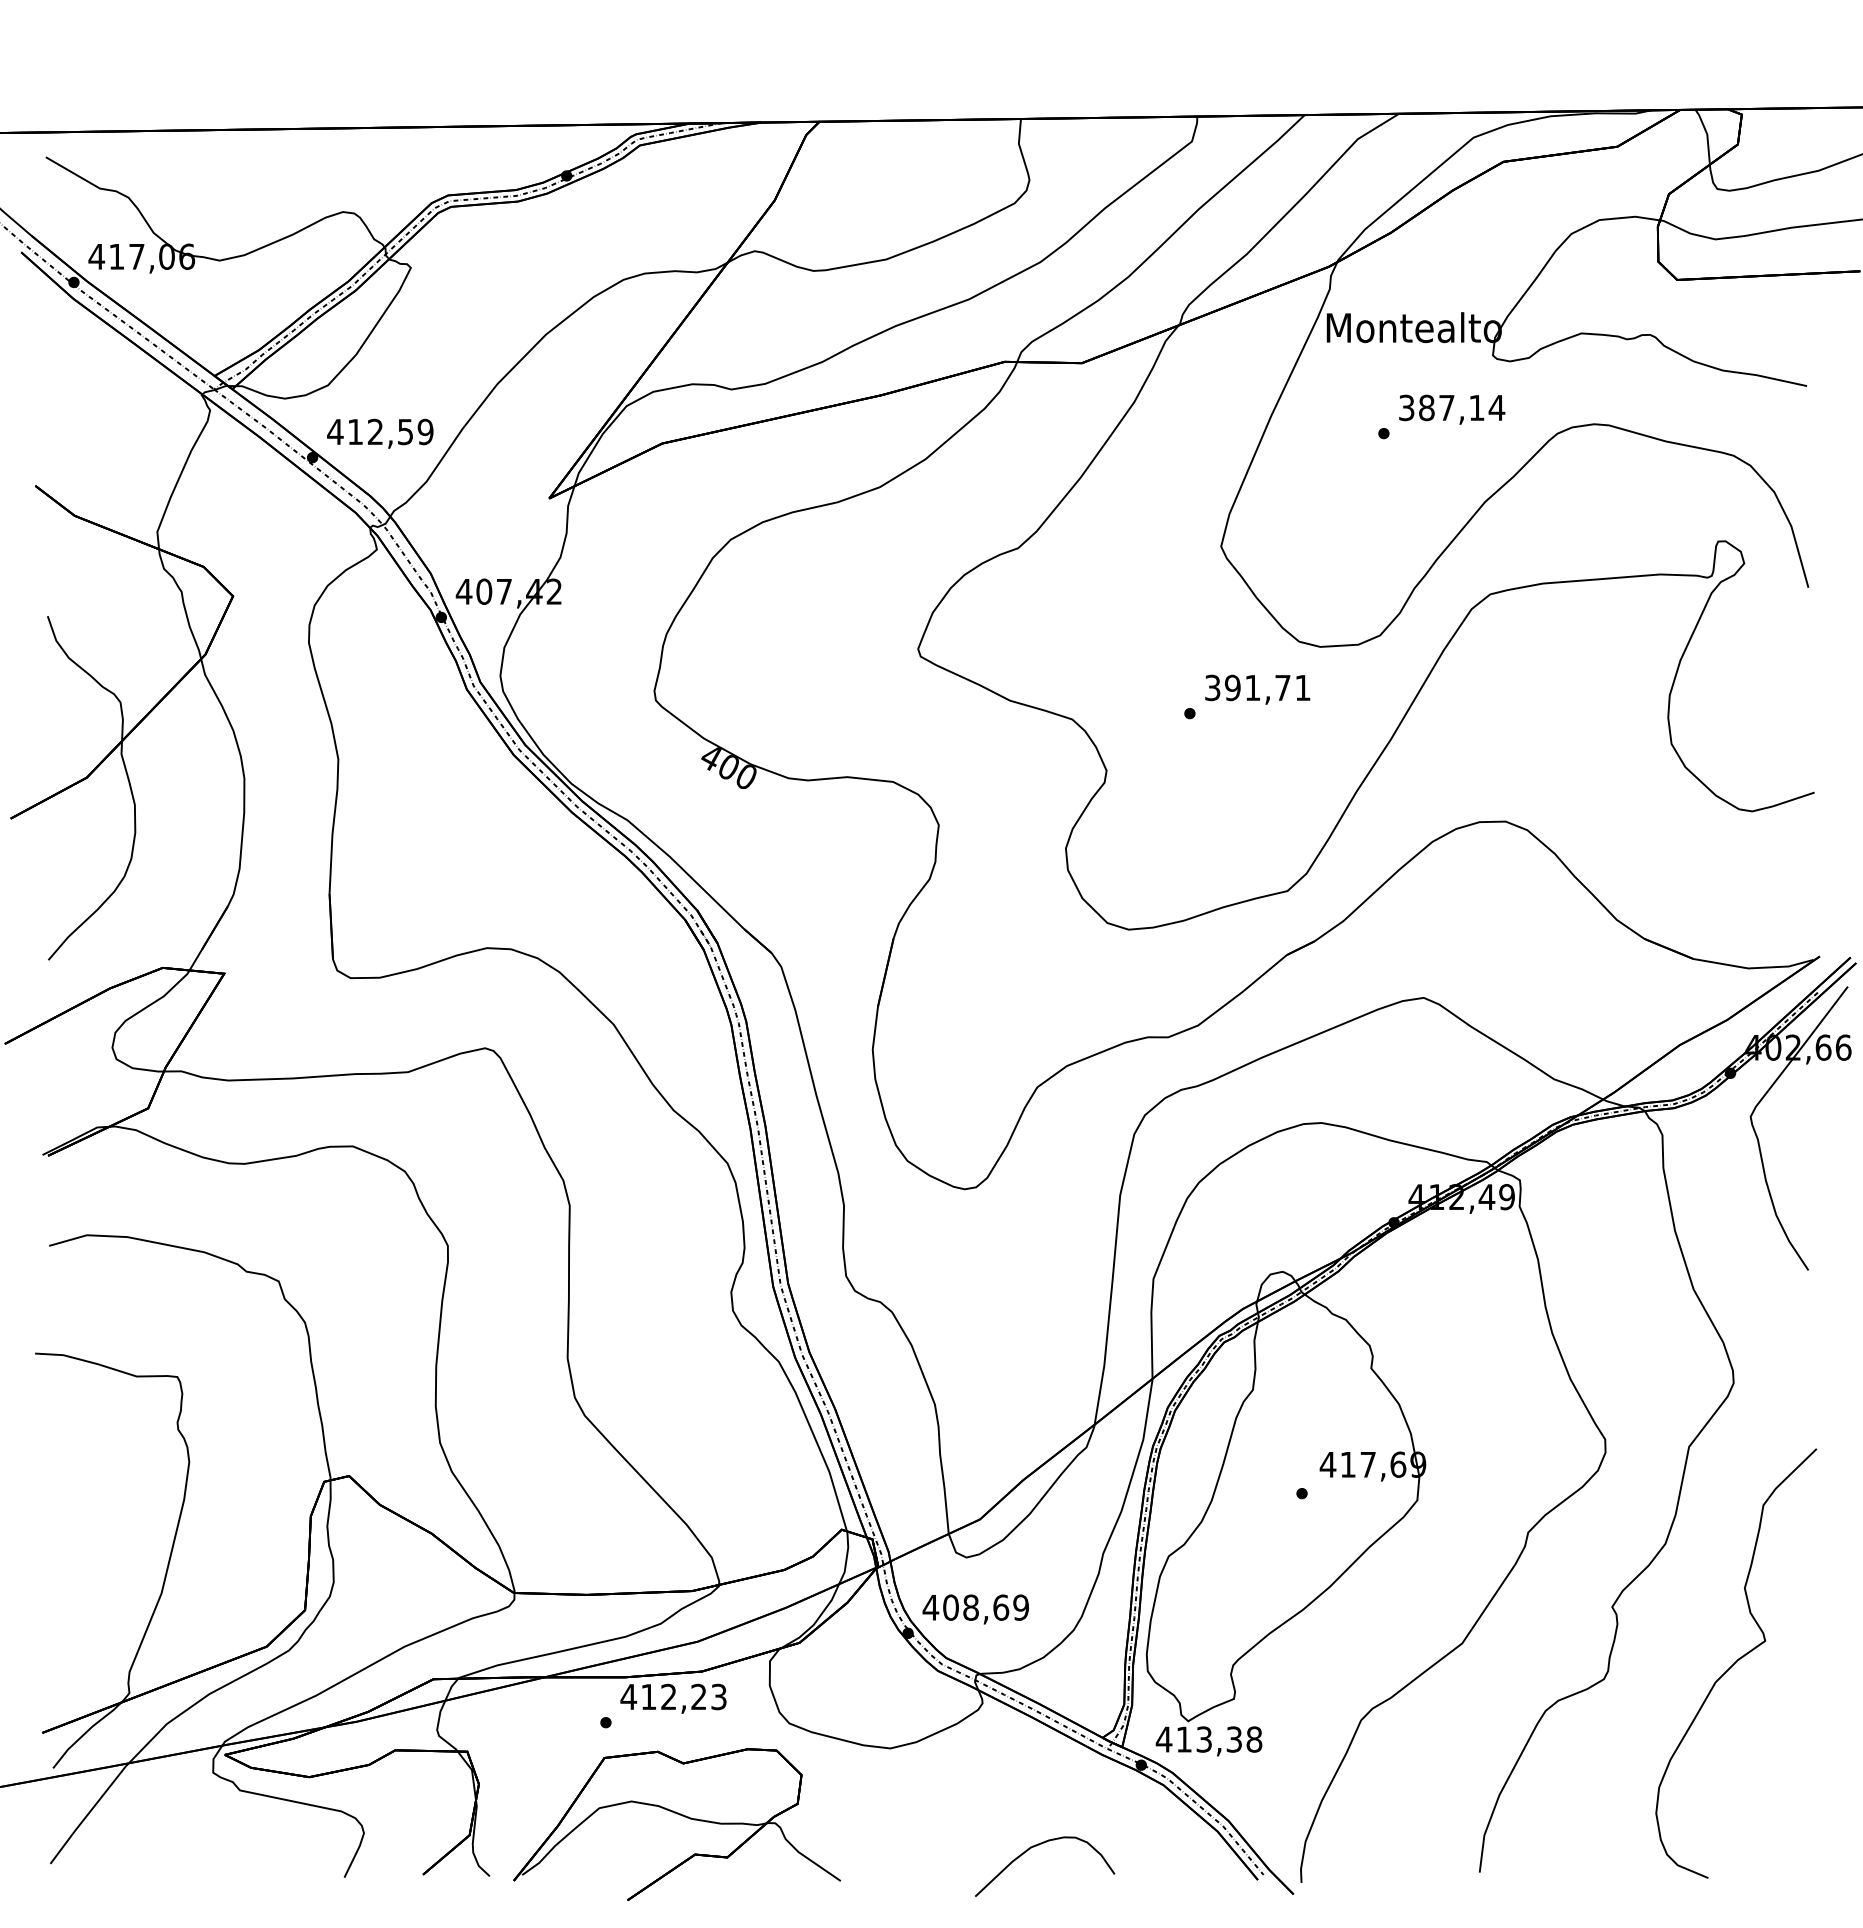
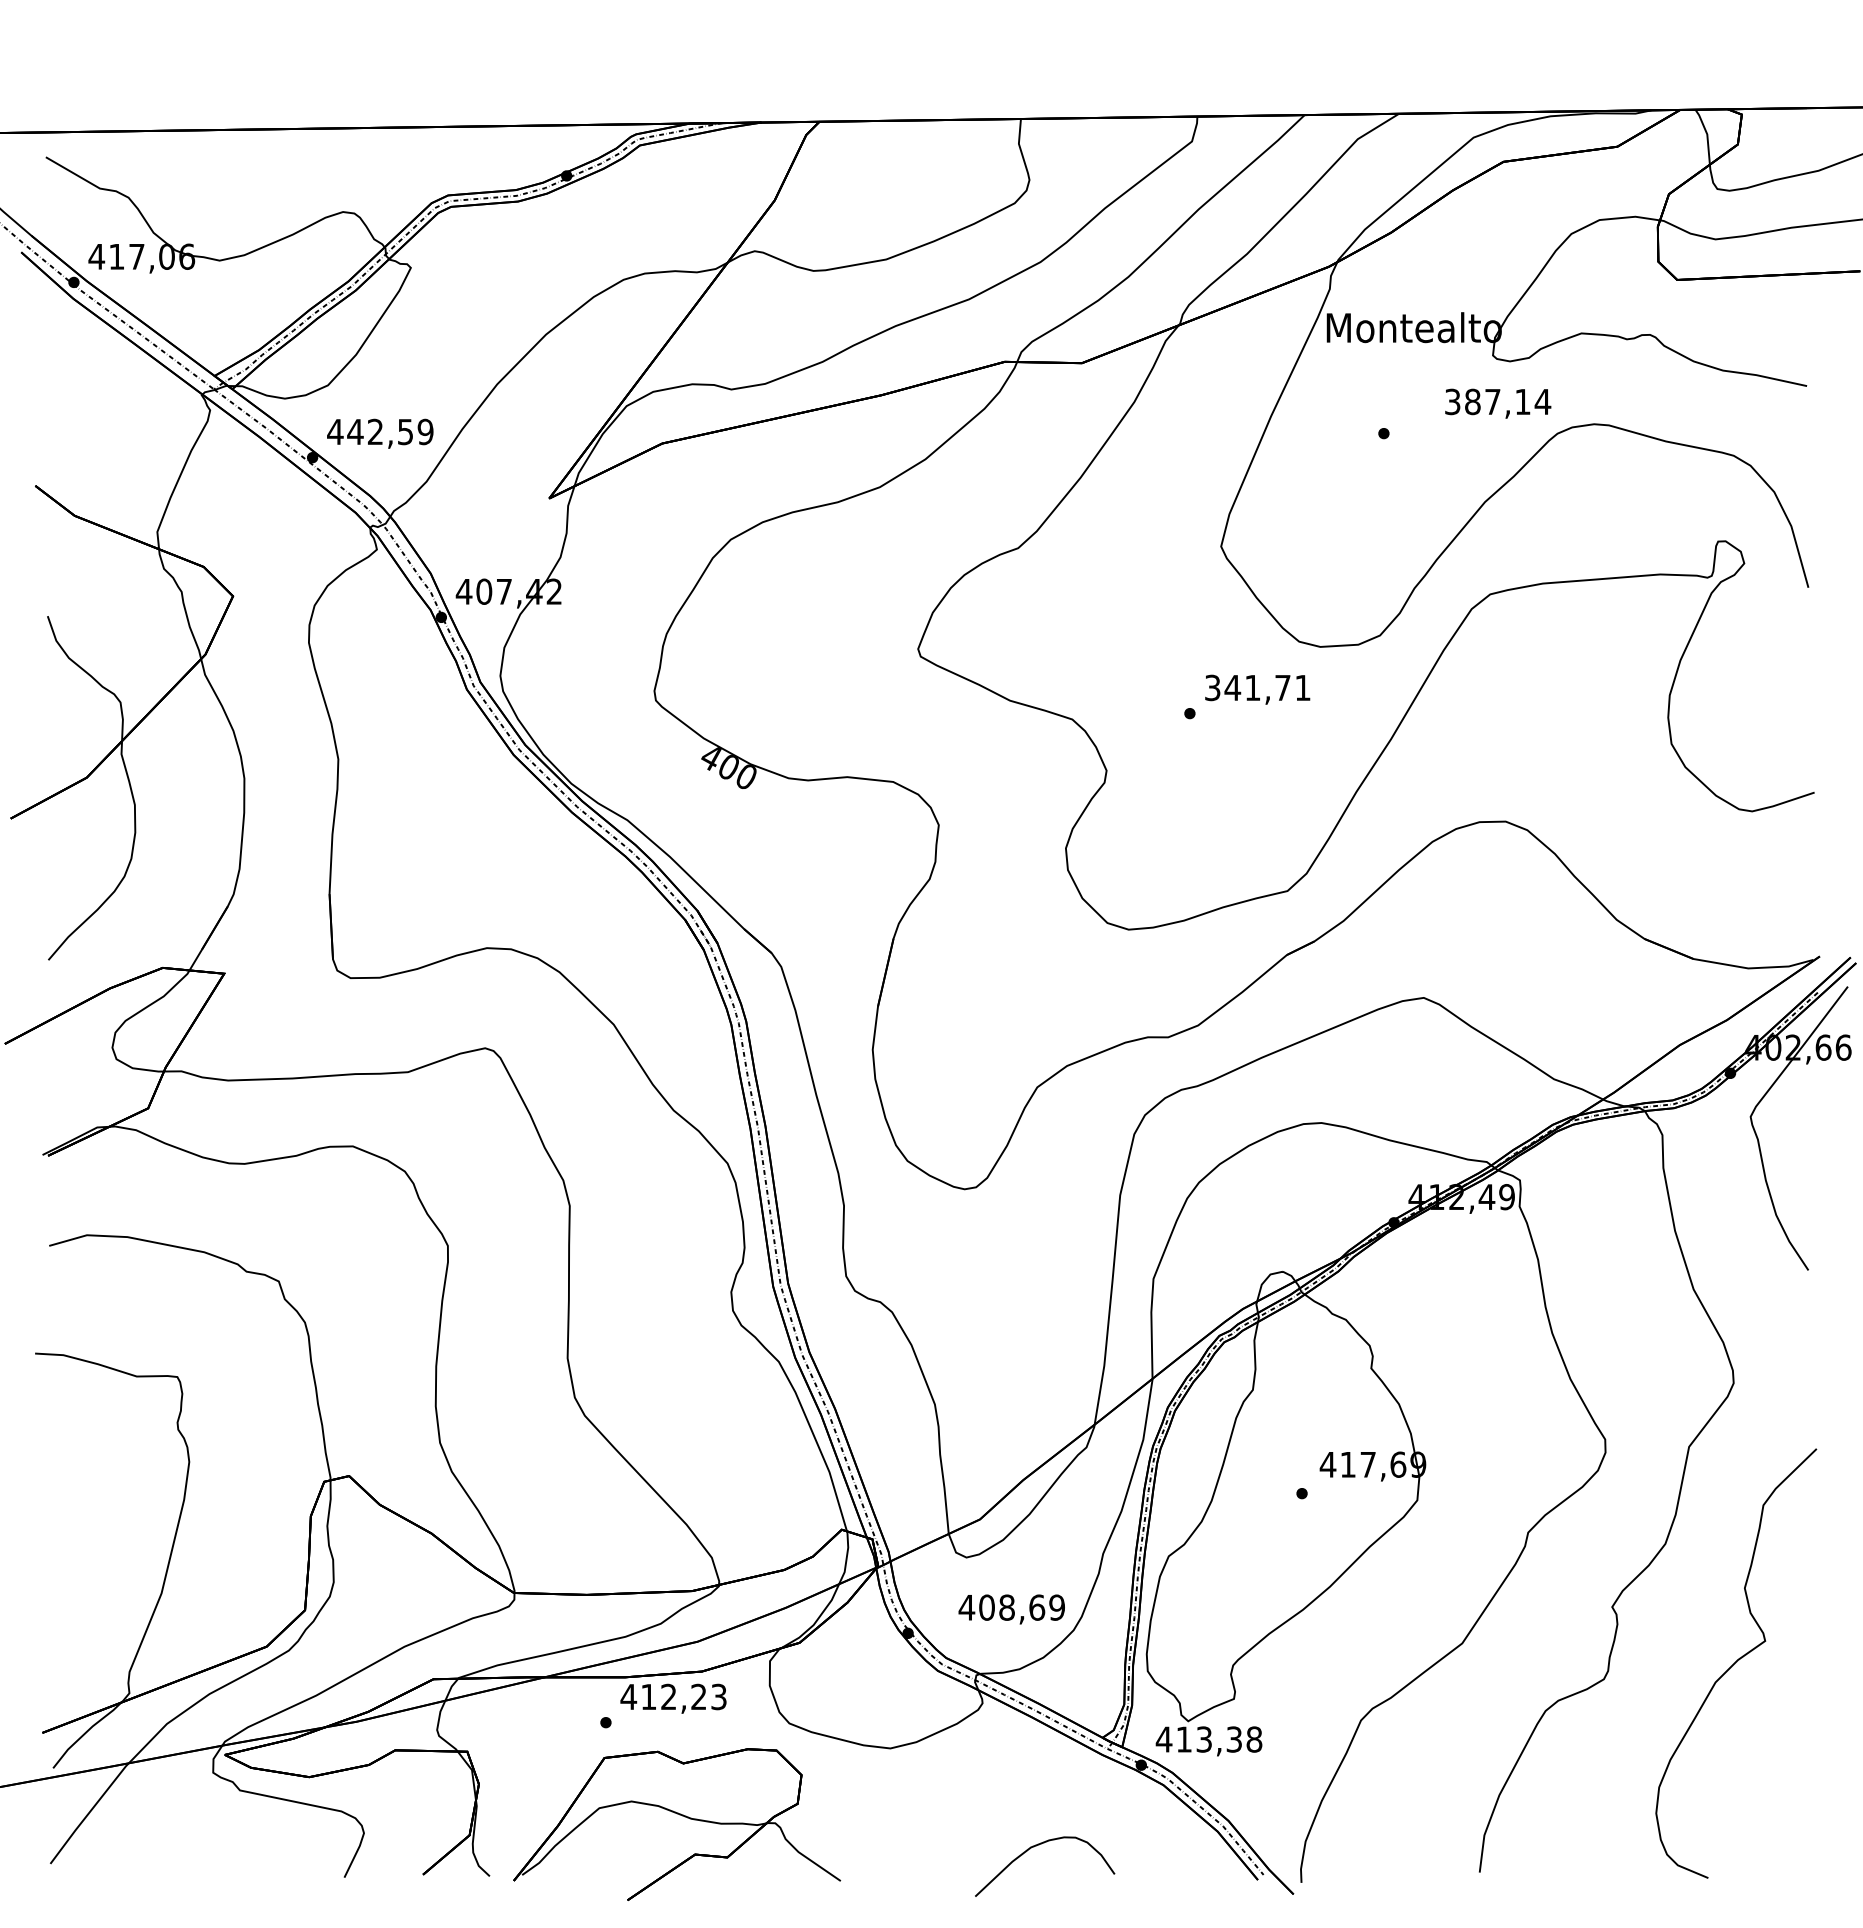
text at (1452, 409) position: (1452, 409) -> (1498, 403)
text at (355, 431): 412,59 -> 442,59
text at (1232, 687): 391,71 -> 341,71
text at (975, 1609) position: (975, 1609) -> (1011, 1609)
